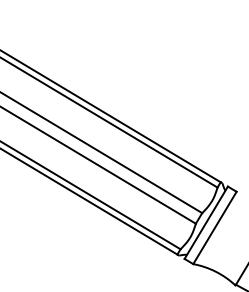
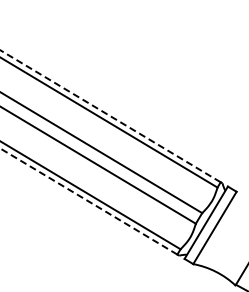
line at (110, 116): solid -> dashed
line at (89, 201): solid -> dashed
